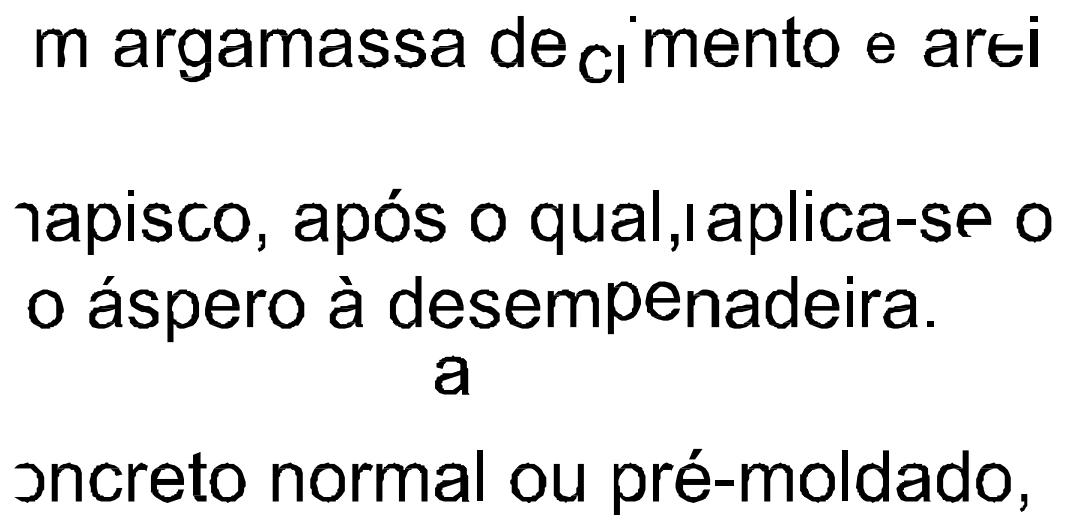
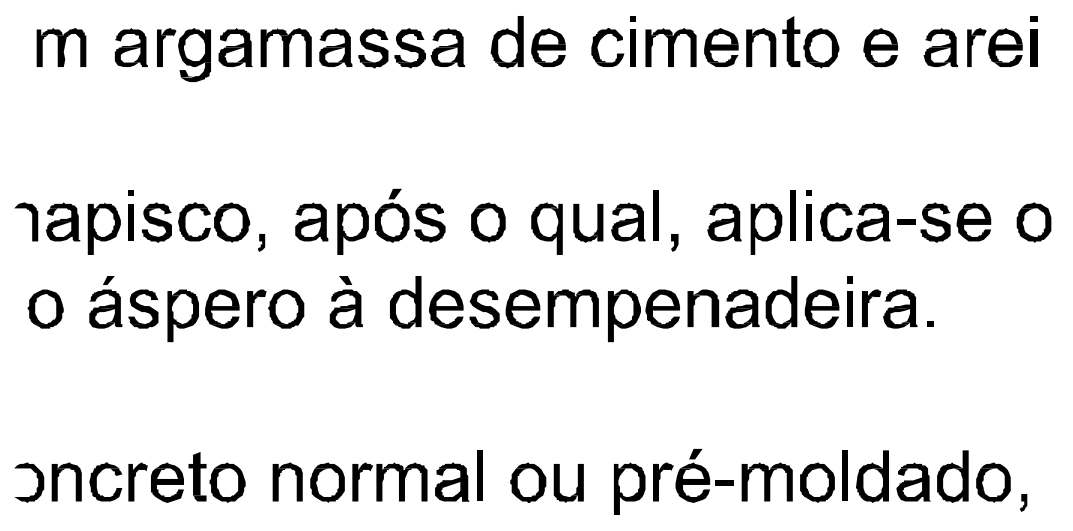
fill at (1008, 36): none -> present
part at (880, 47) size: 29x32 px -> 35x39 px
part at (605, 57) position: (605, 57) -> (617, 41)
fill at (203, 211): none -> present
part at (689, 222): present -> none
fill at (976, 235): none -> present
part at (643, 307) position: (643, 307) -> (643, 315)
part at (452, 374): present -> none
